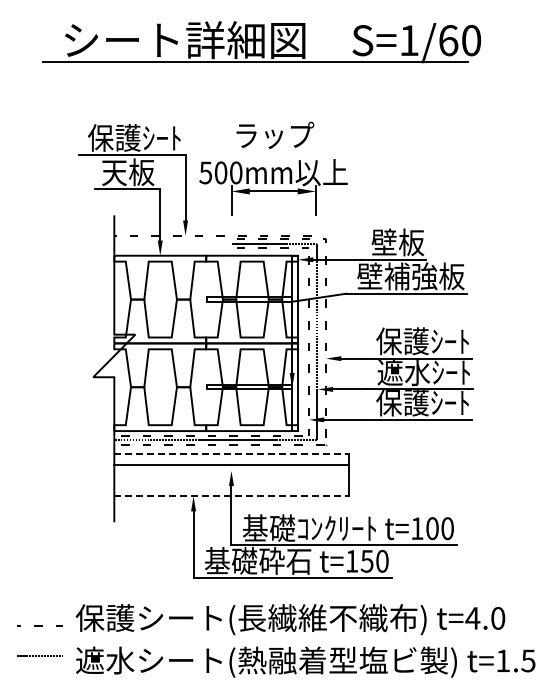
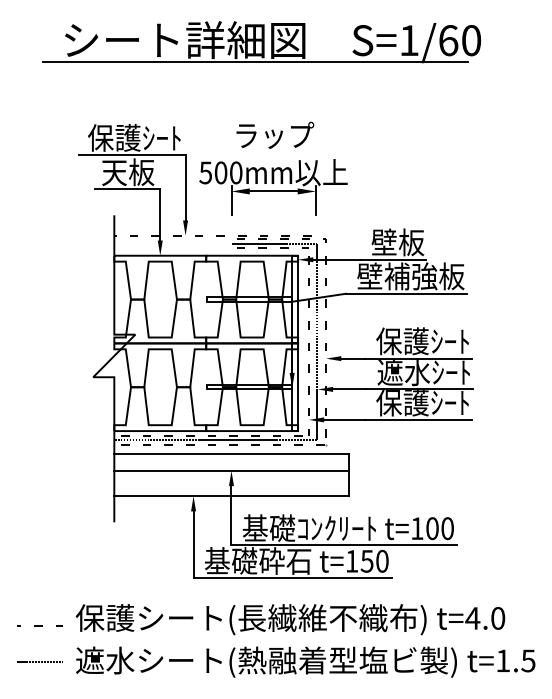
line at (231, 454): dashed -> solid
line at (231, 464) position: (231, 464) -> (231, 470)
line at (231, 496): dashed -> solid
line at (39, 655) position: (39, 655) -> (39, 661)
